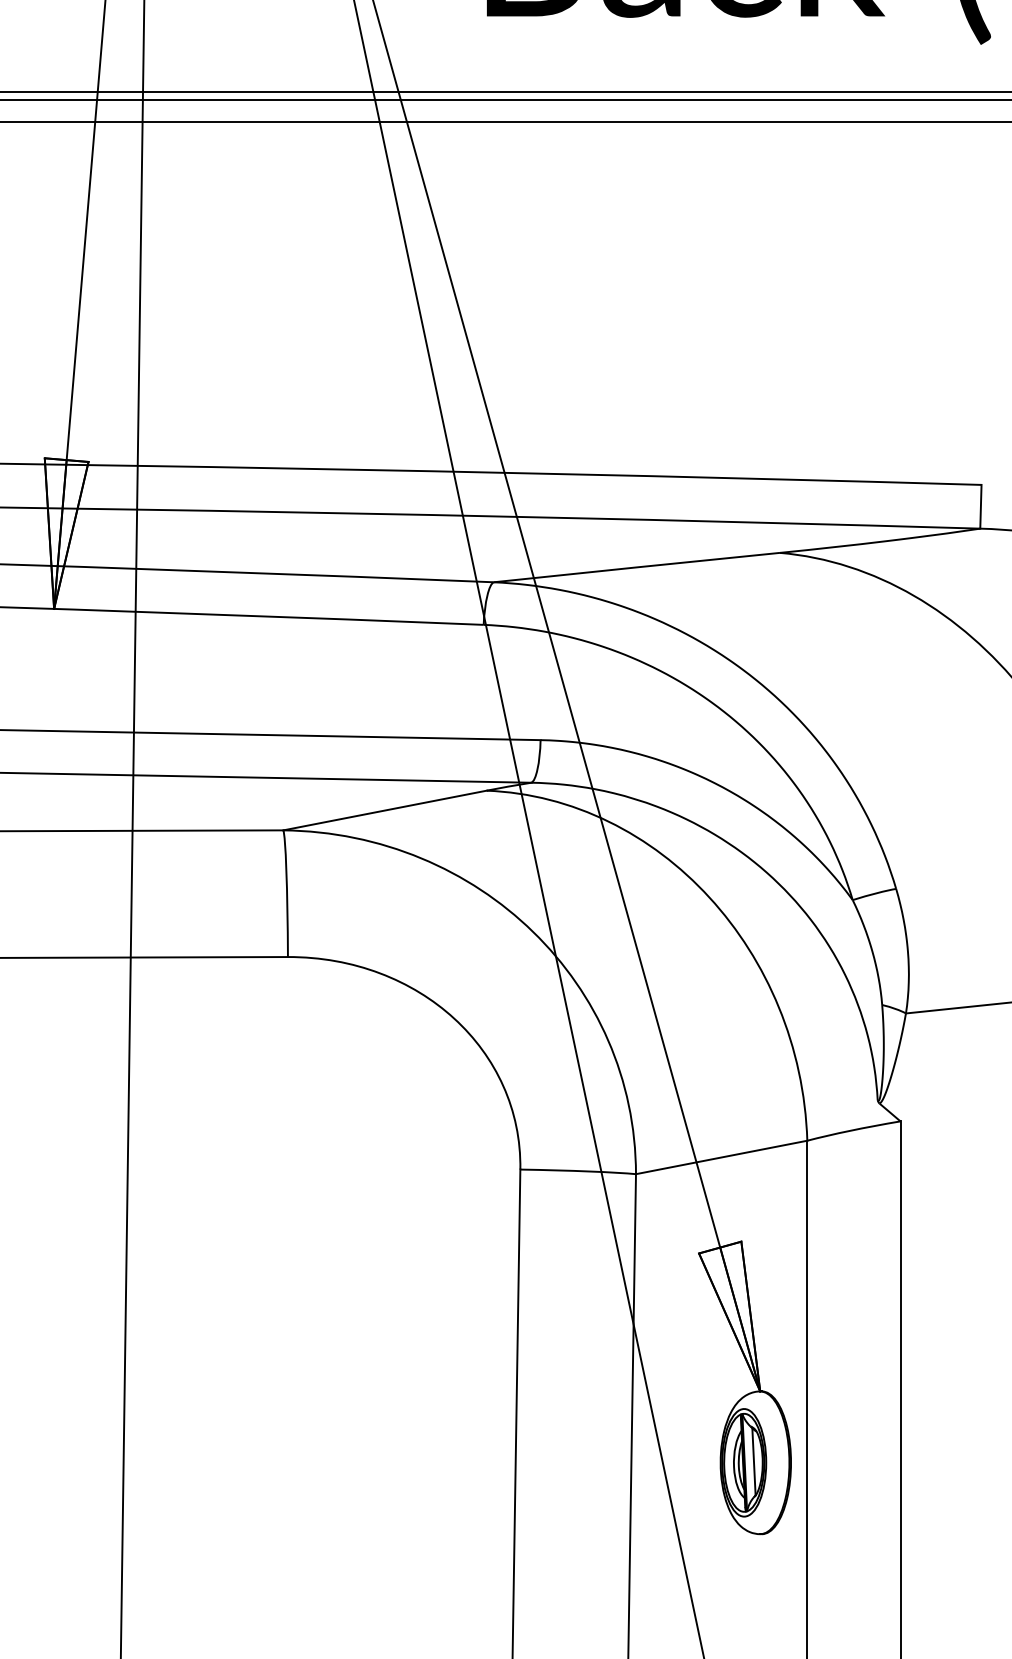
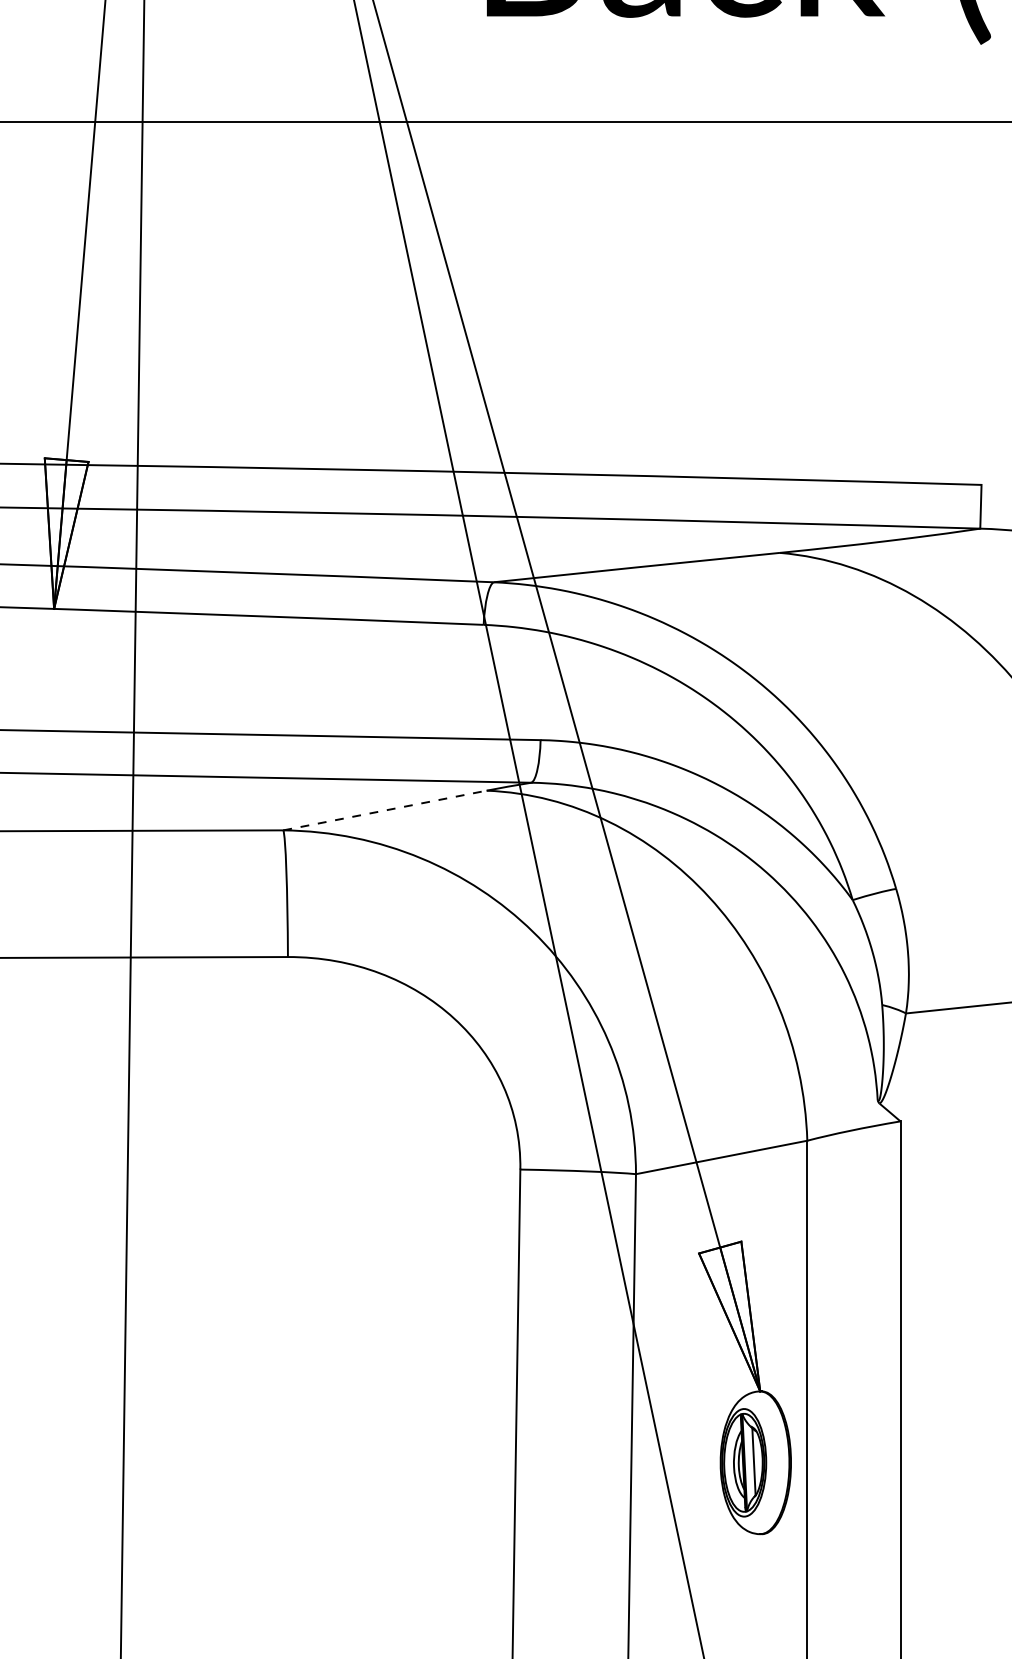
line at (505, 91): present -> none
line at (505, 100): present -> none
line at (385, 810): solid -> dashed
